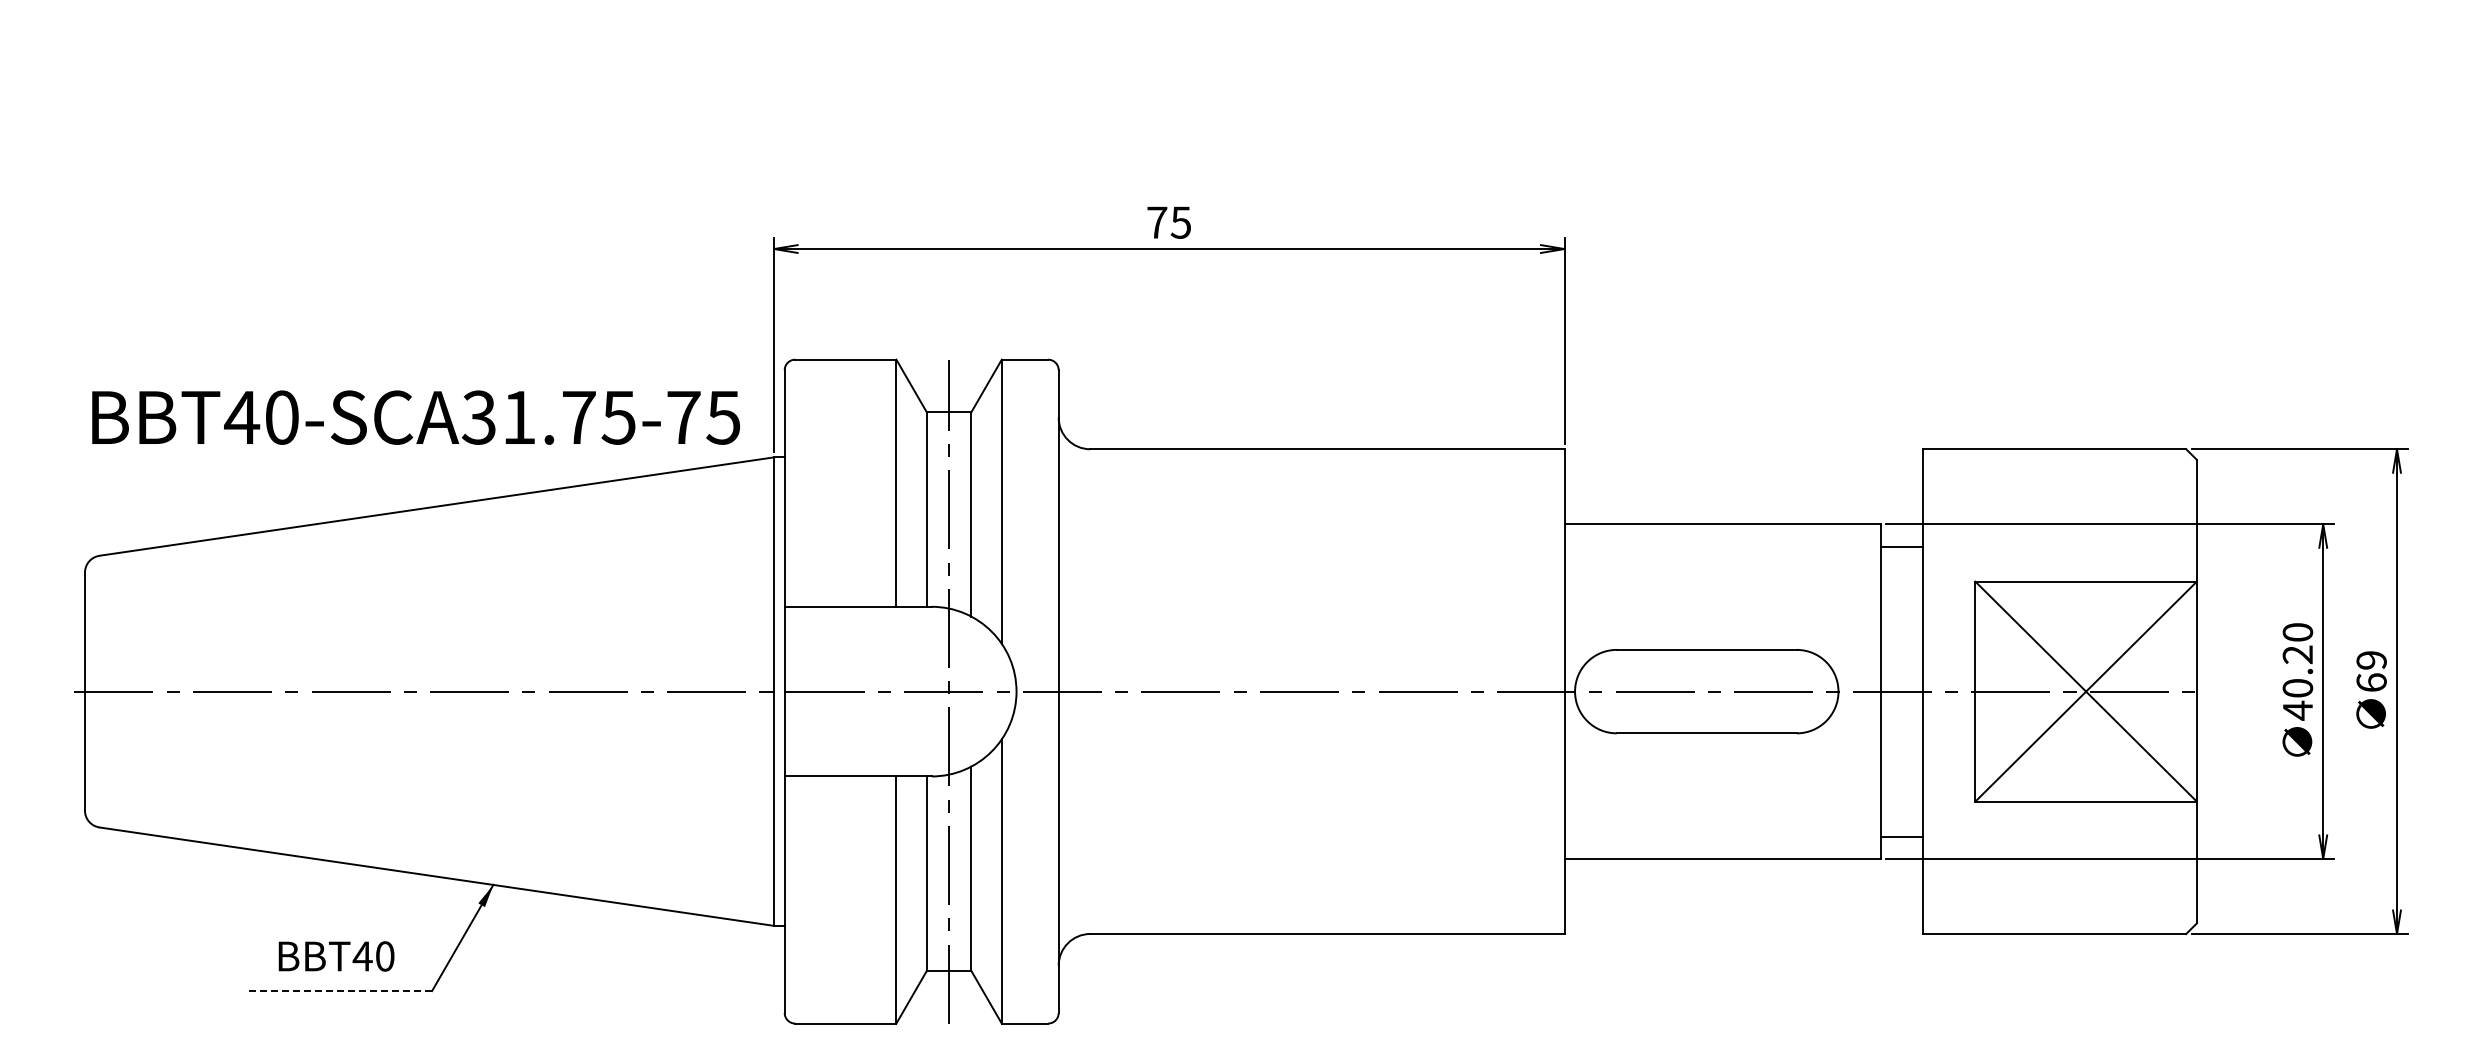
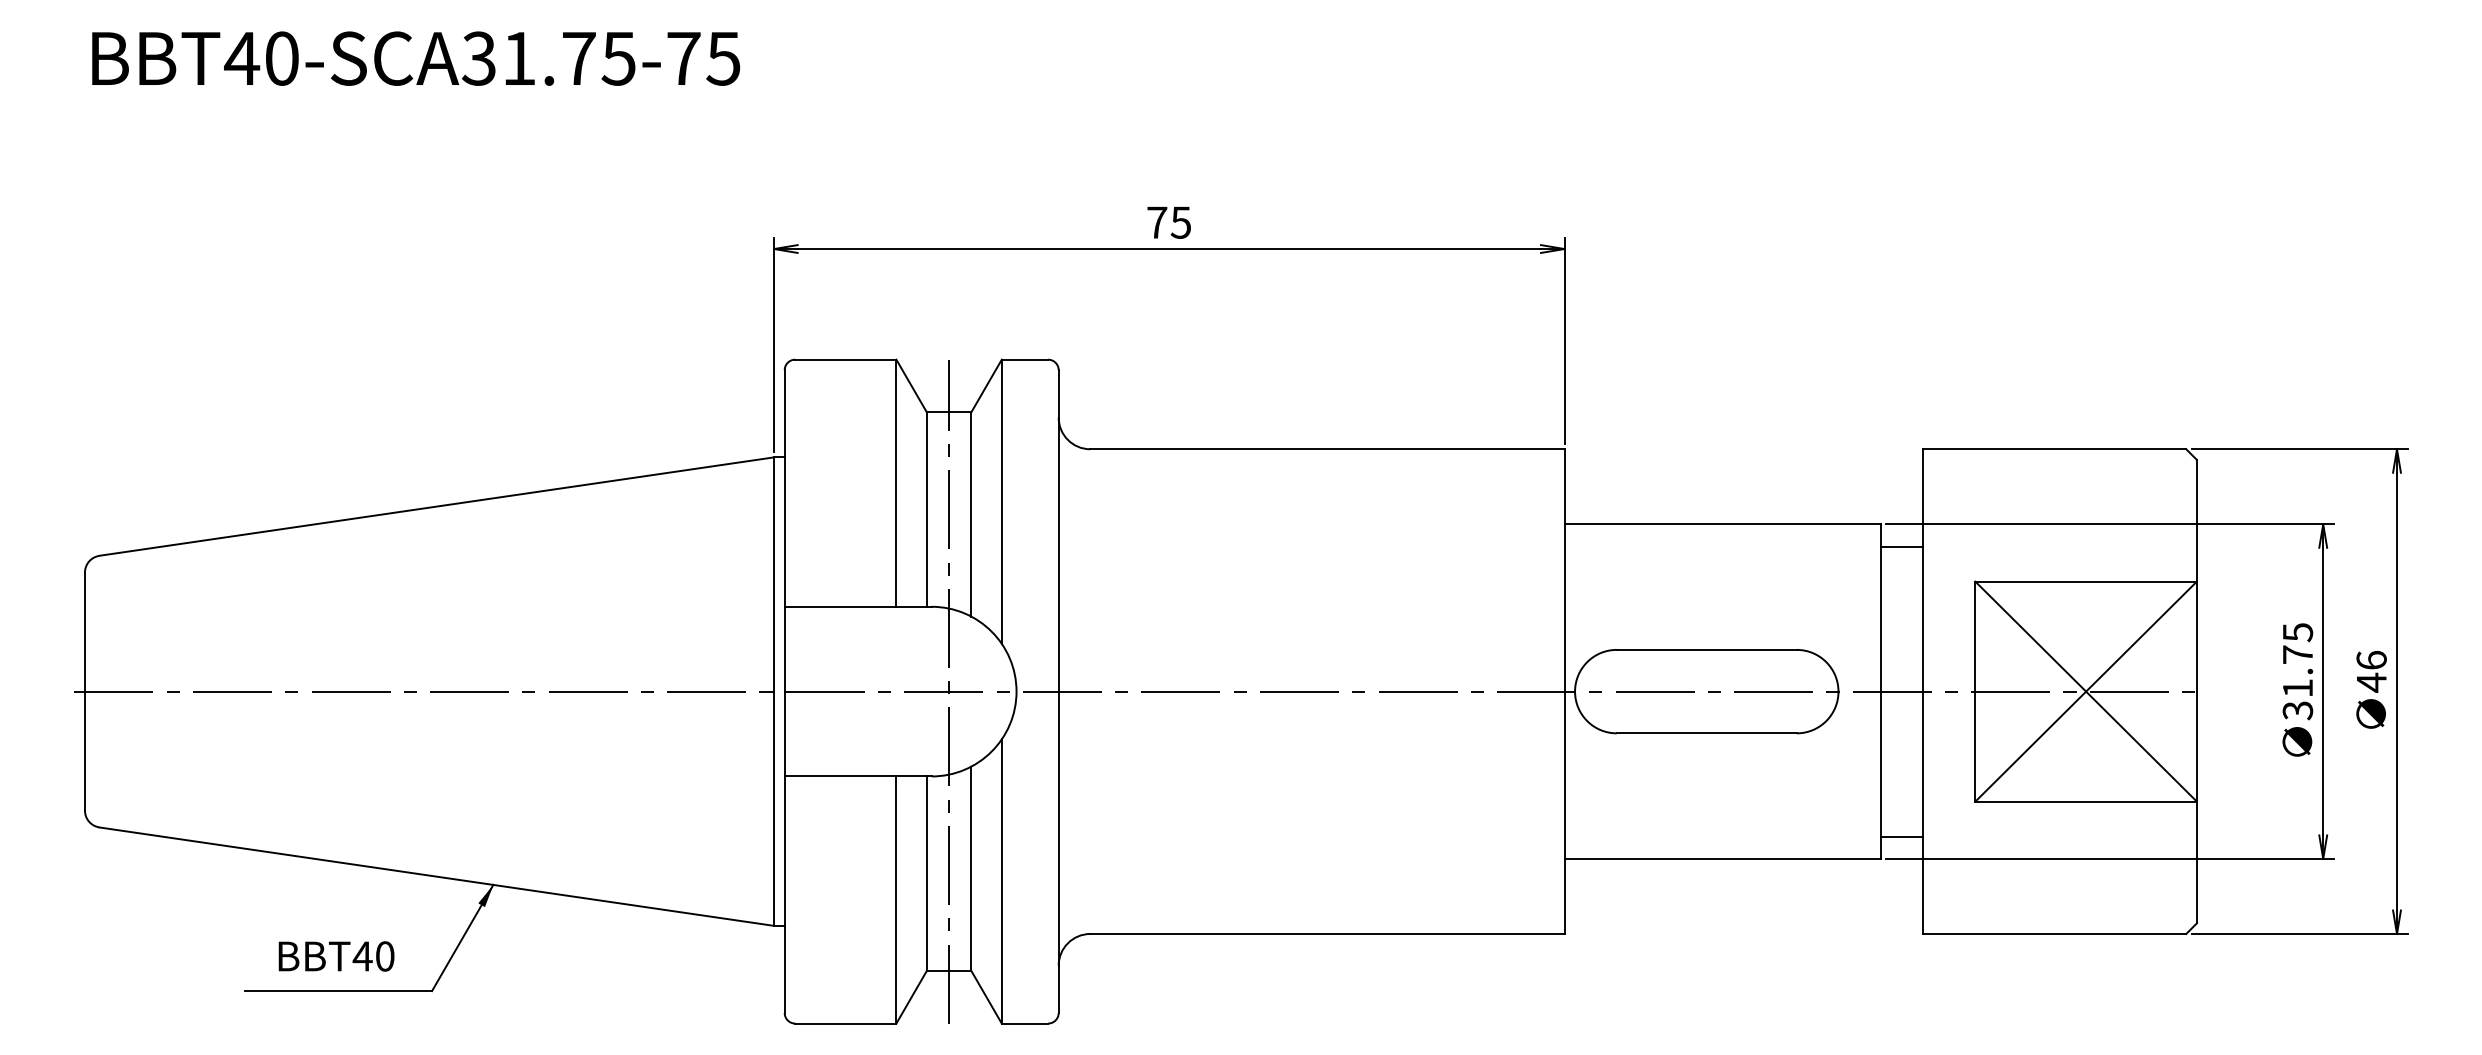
text at (415, 417) position: (415, 417) -> (415, 58)
text at (2297, 671): 40.20 -> 31.75
text at (2371, 671): 69 -> 46
line at (338, 991): dashed -> solid
